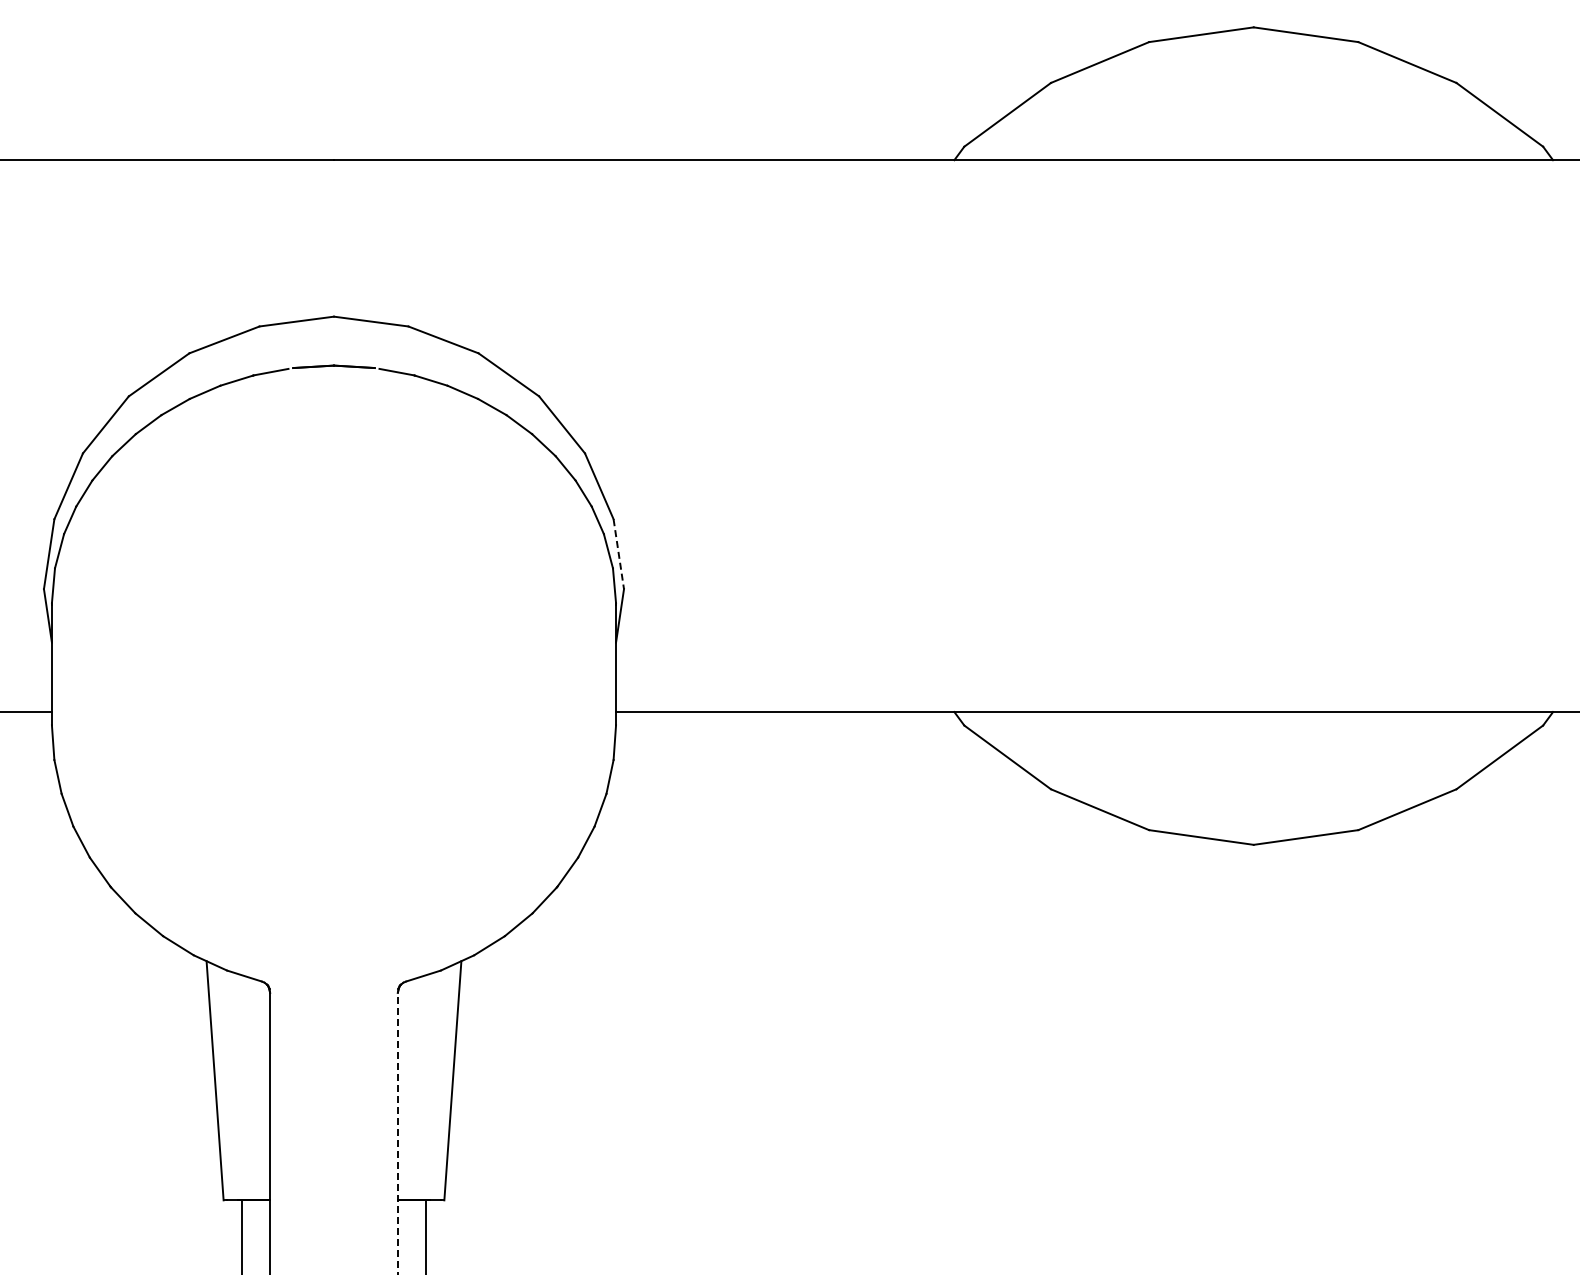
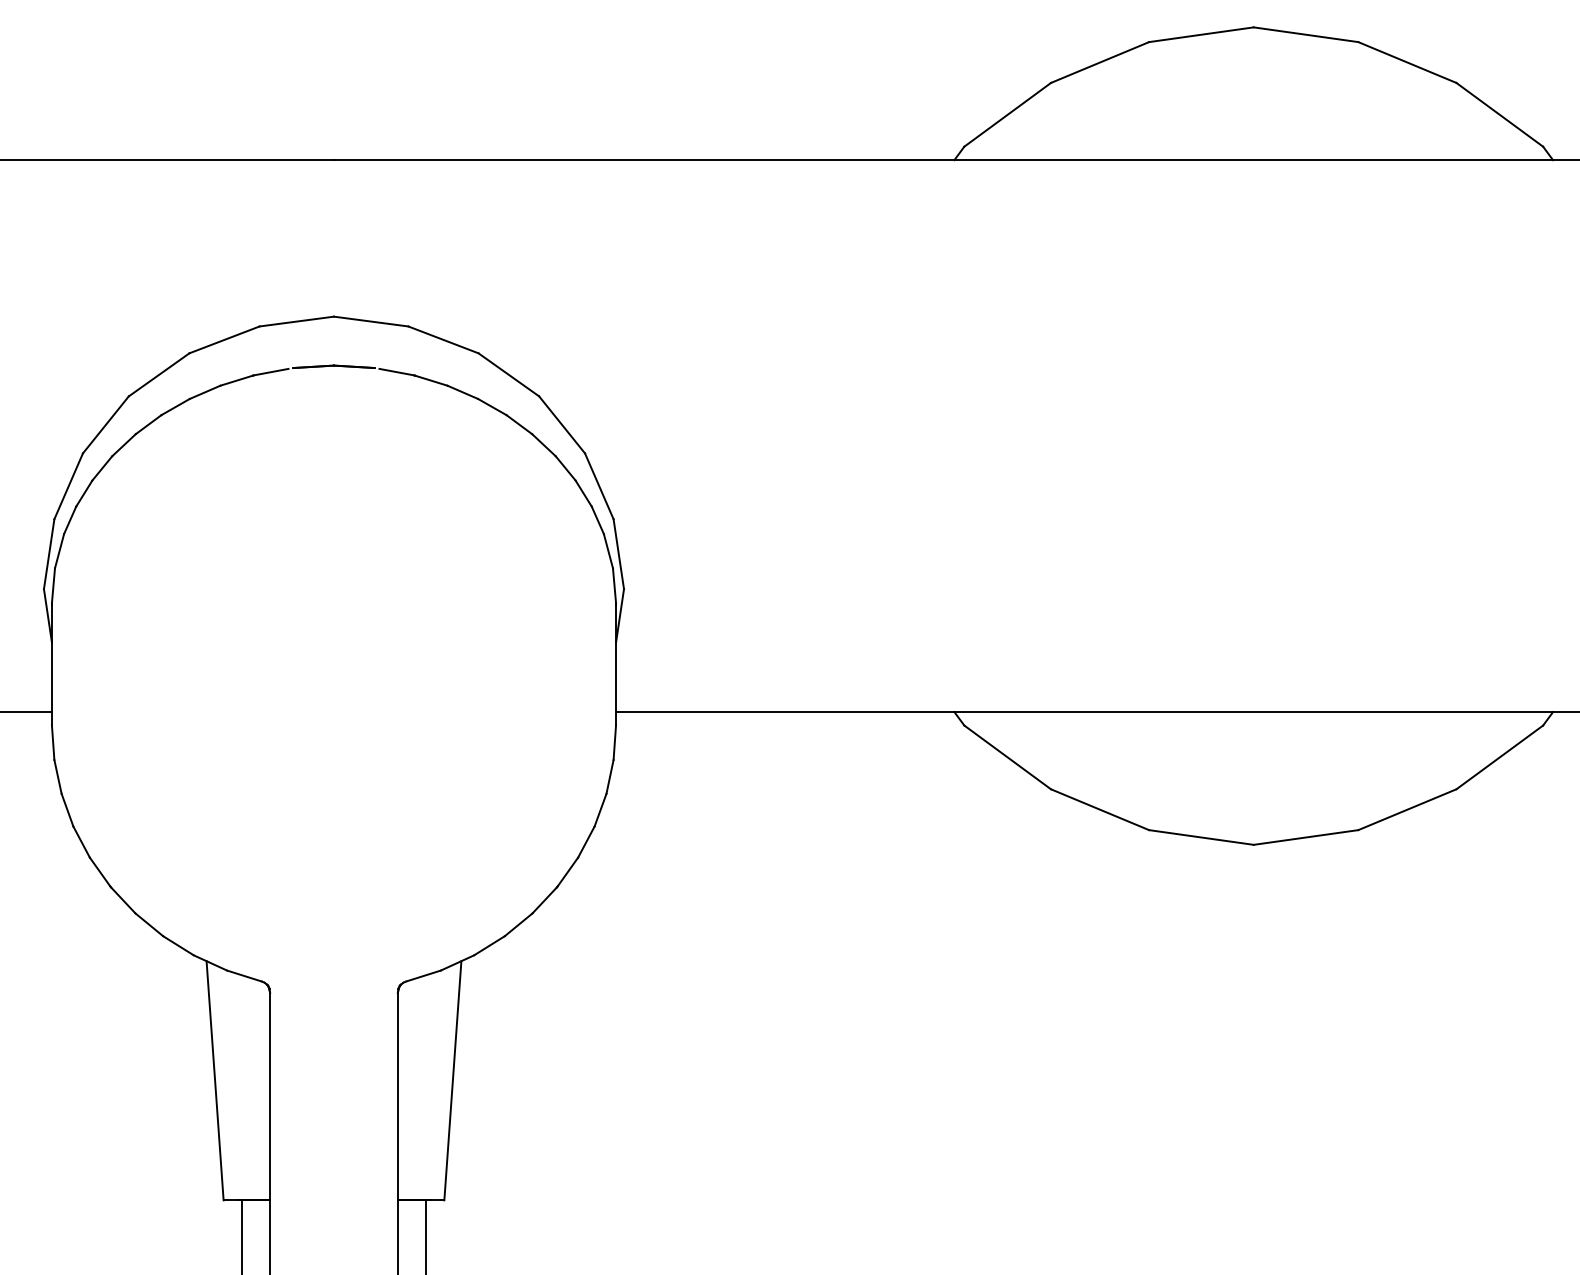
line at (618, 554): dashed -> solid
line at (398, 1133): dashed -> solid
